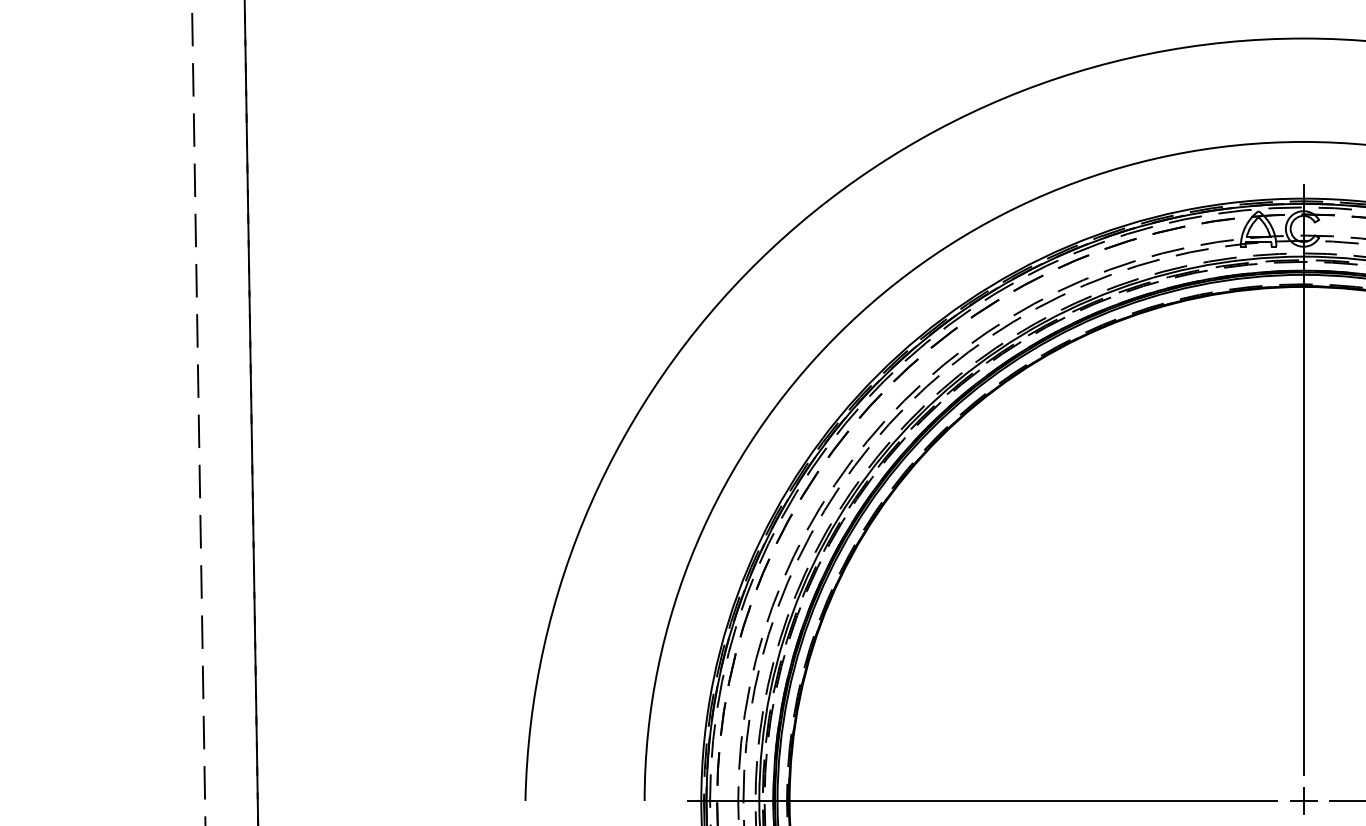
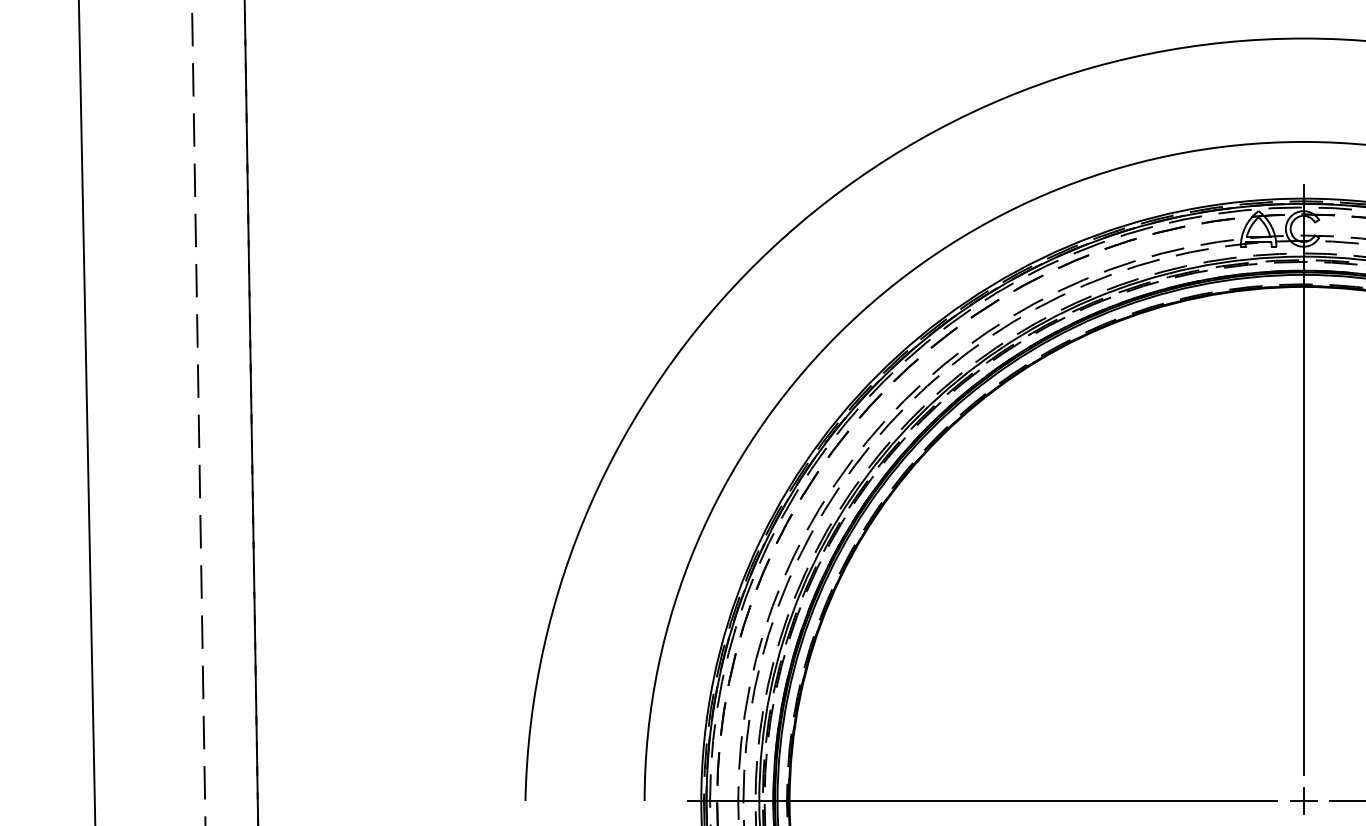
line at (86, 412): none -> present
